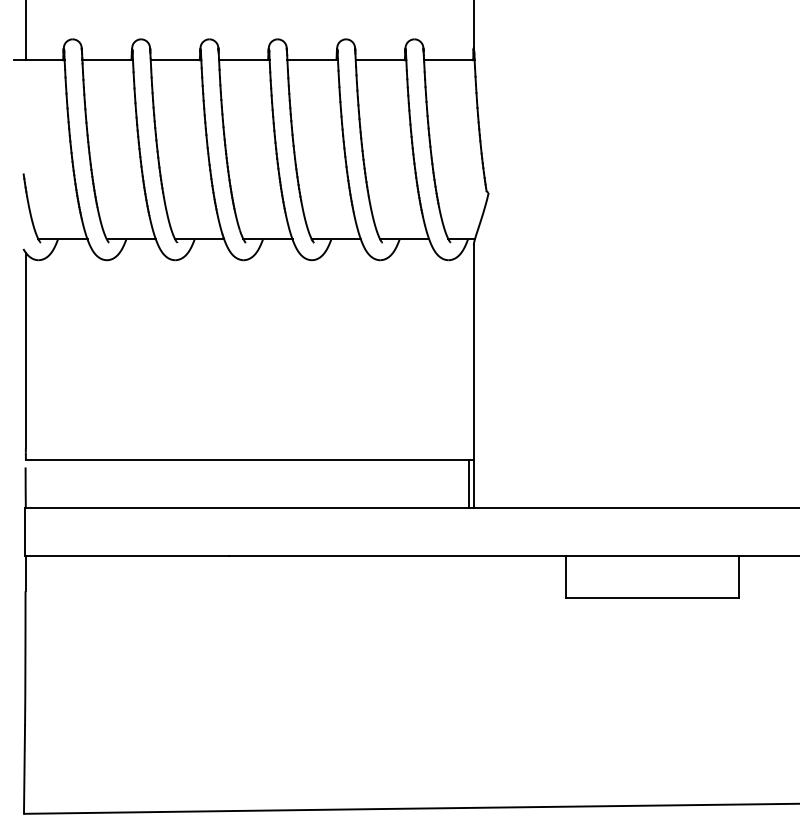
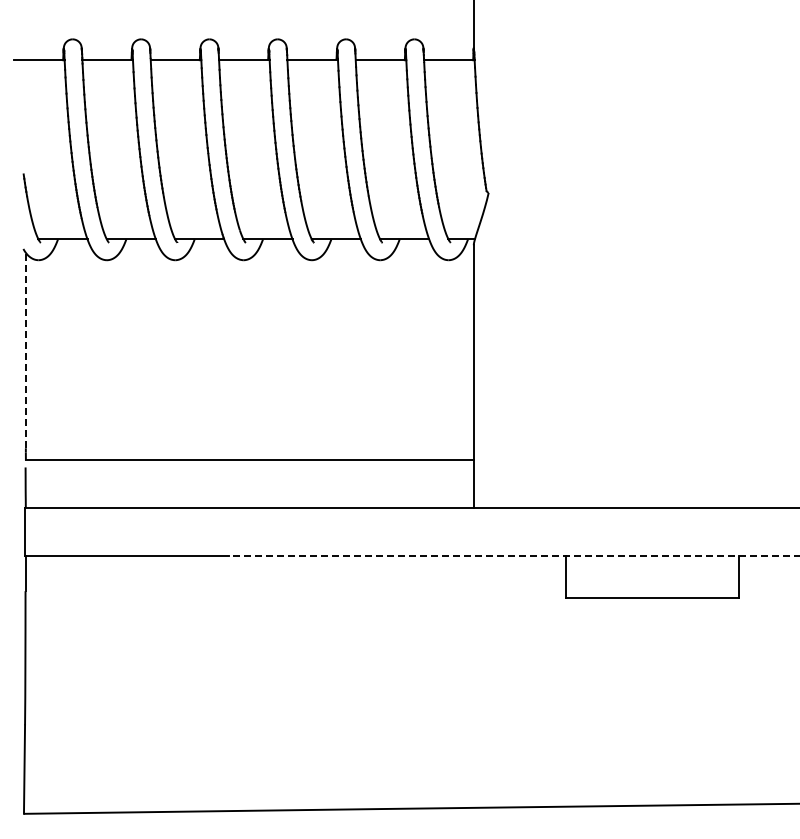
line at (25, 31): present -> none
line at (25, 350): solid -> dashed
line at (469, 483): present -> none
line at (514, 555): solid -> dashed
